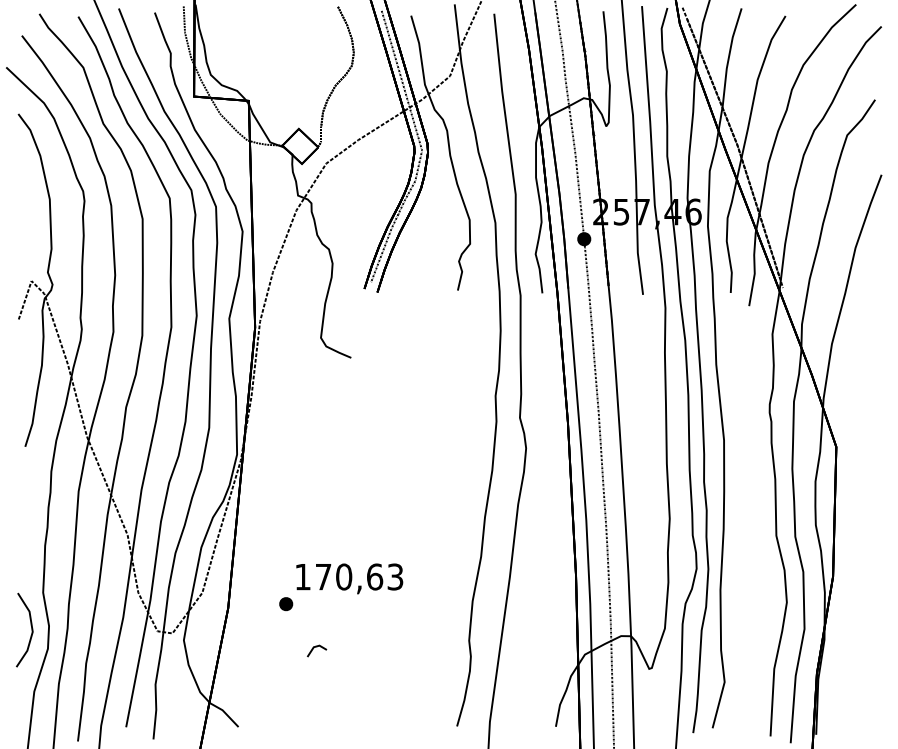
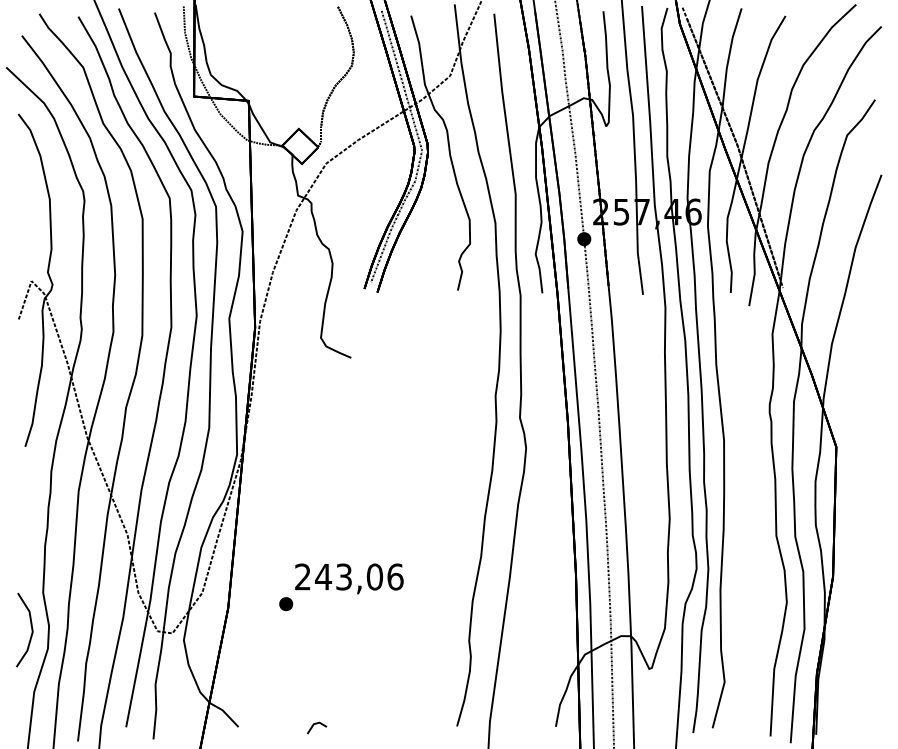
text at (349, 576): 170,63 -> 243,06
line at (317, 647) position: (317, 647) -> (317, 724)
